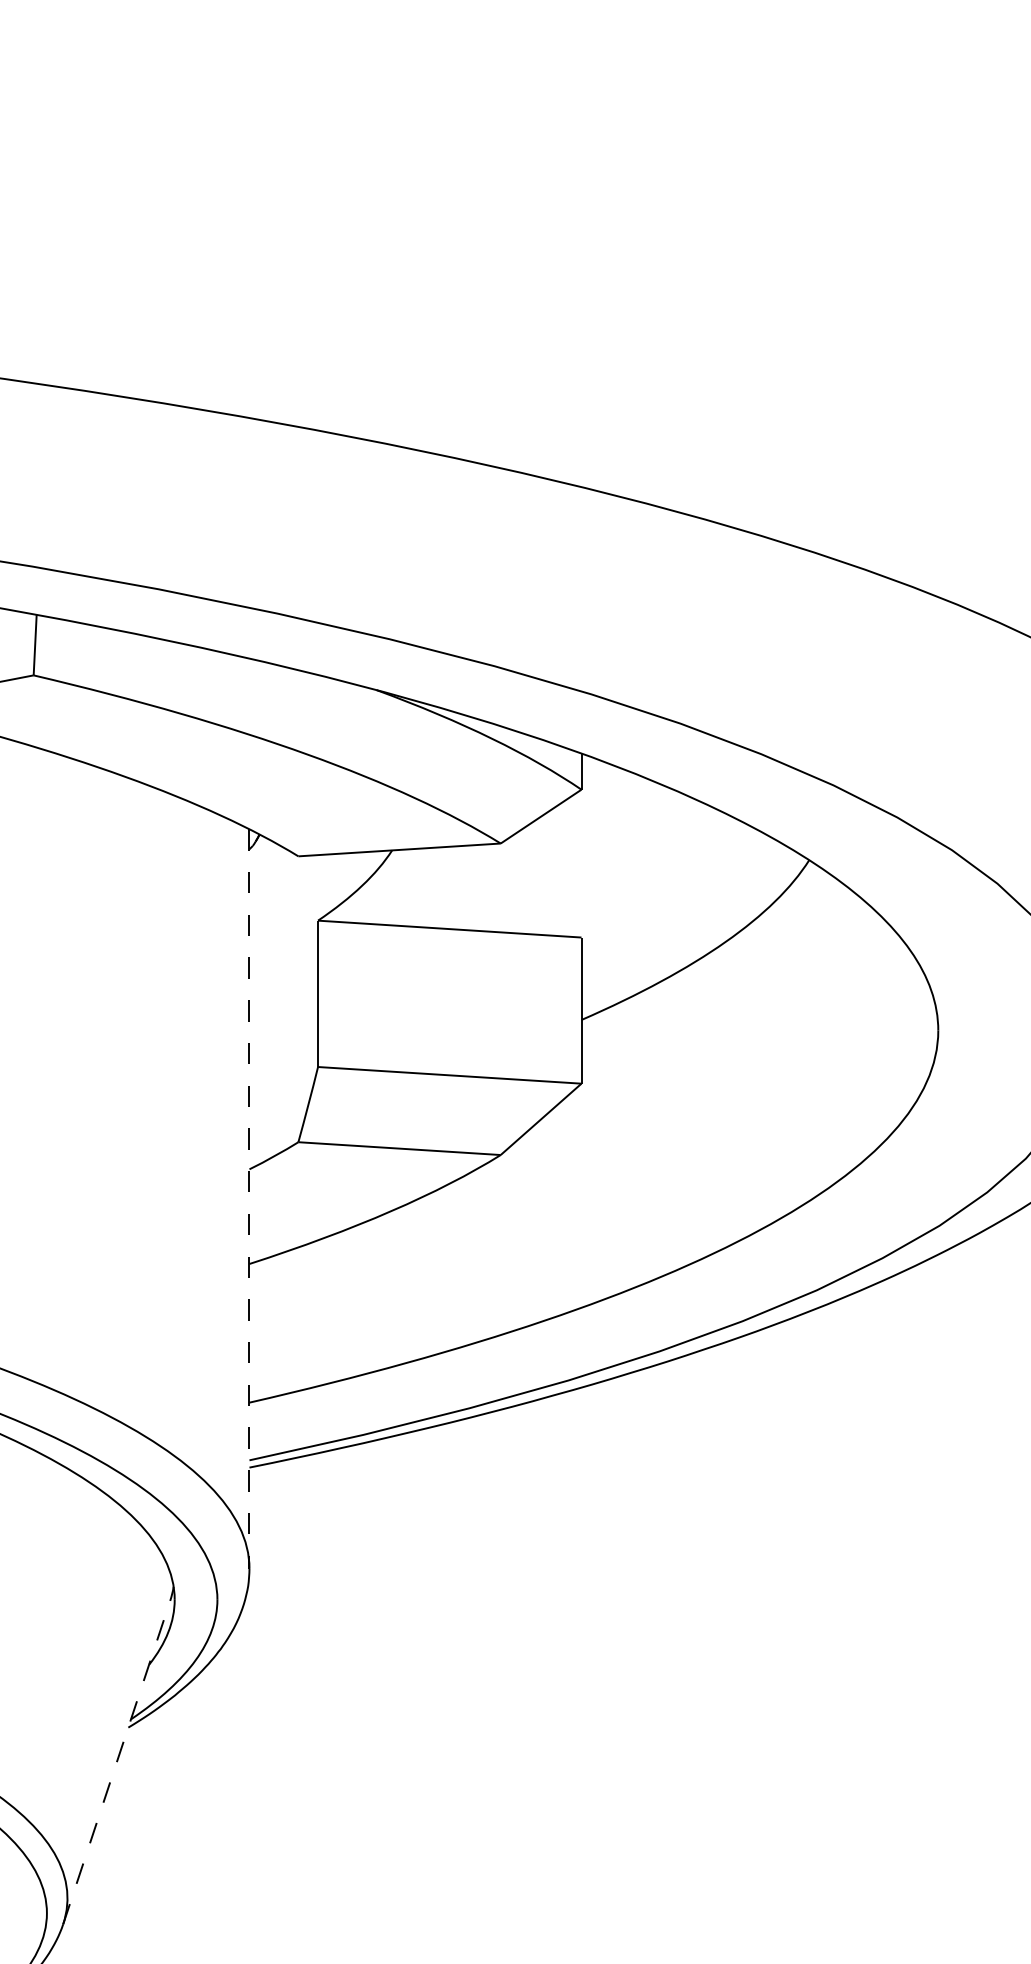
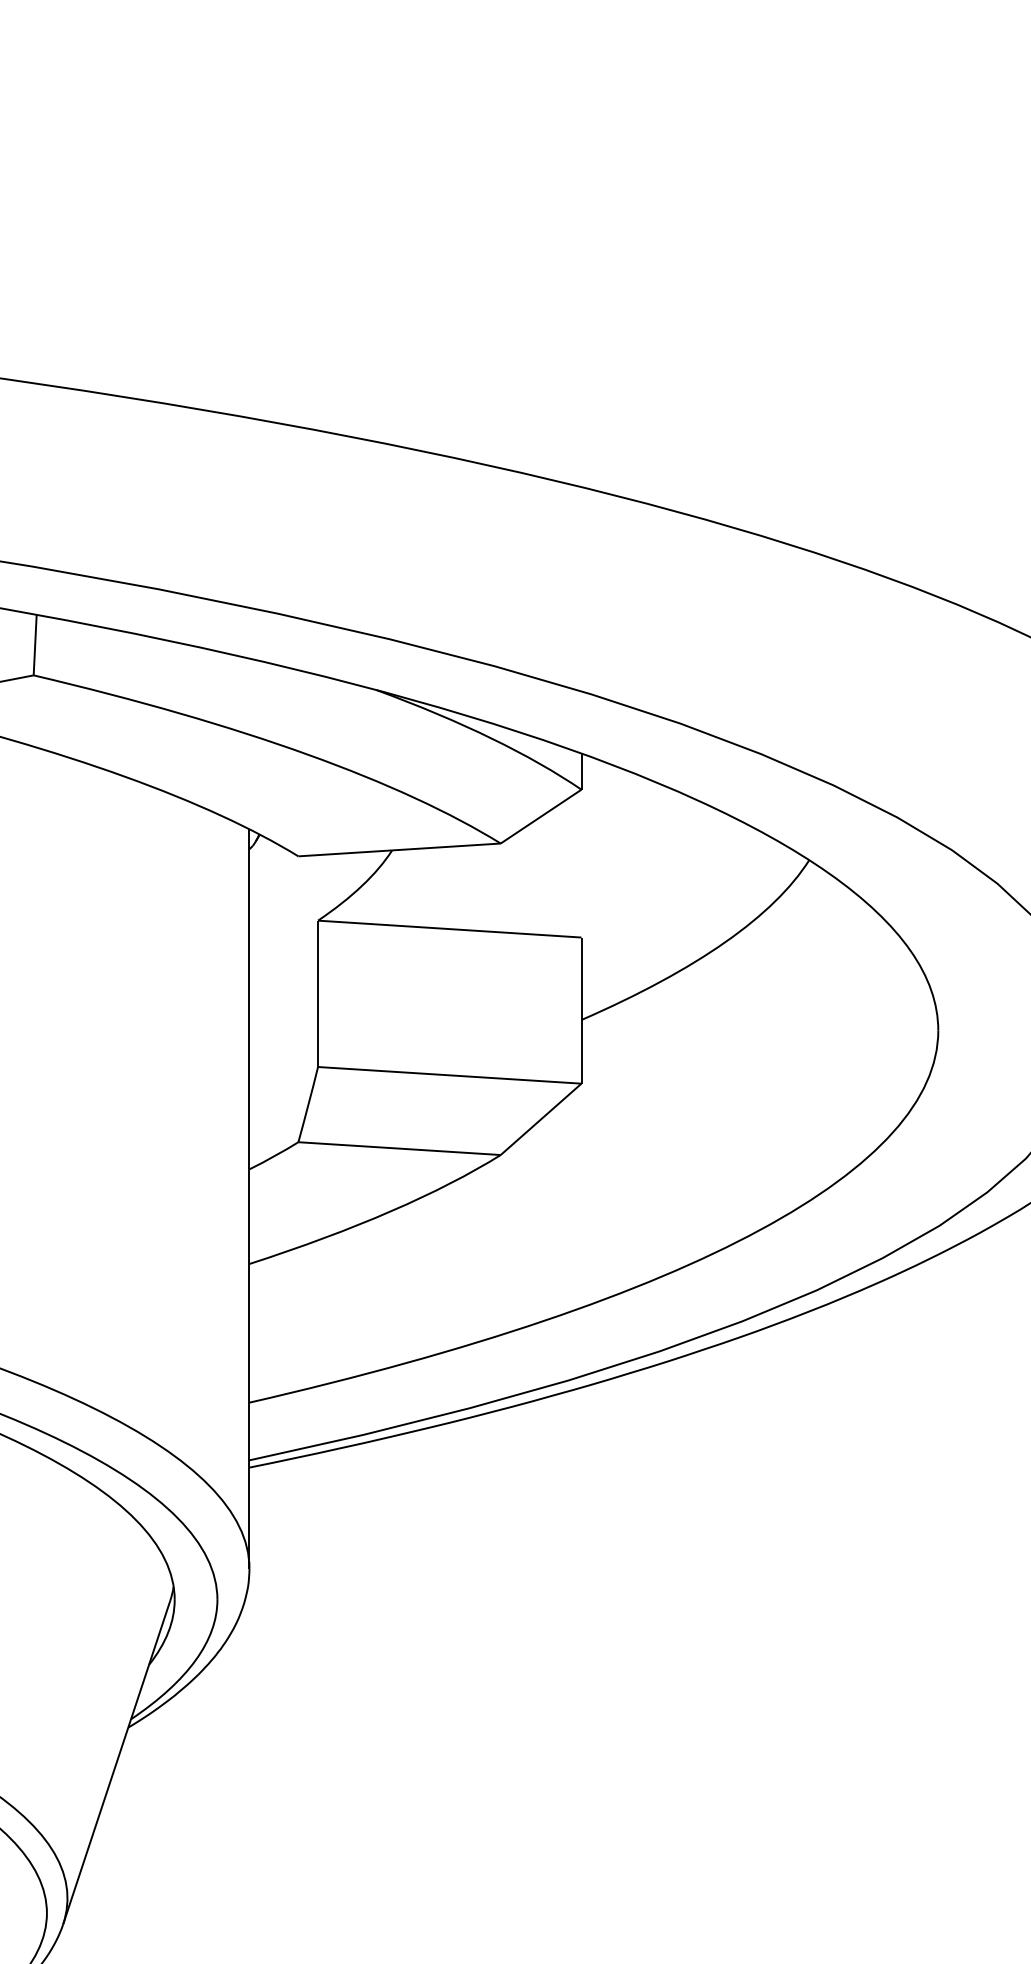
line at (249, 1198): dashed -> solid
line at (116, 1762): dashed -> solid
